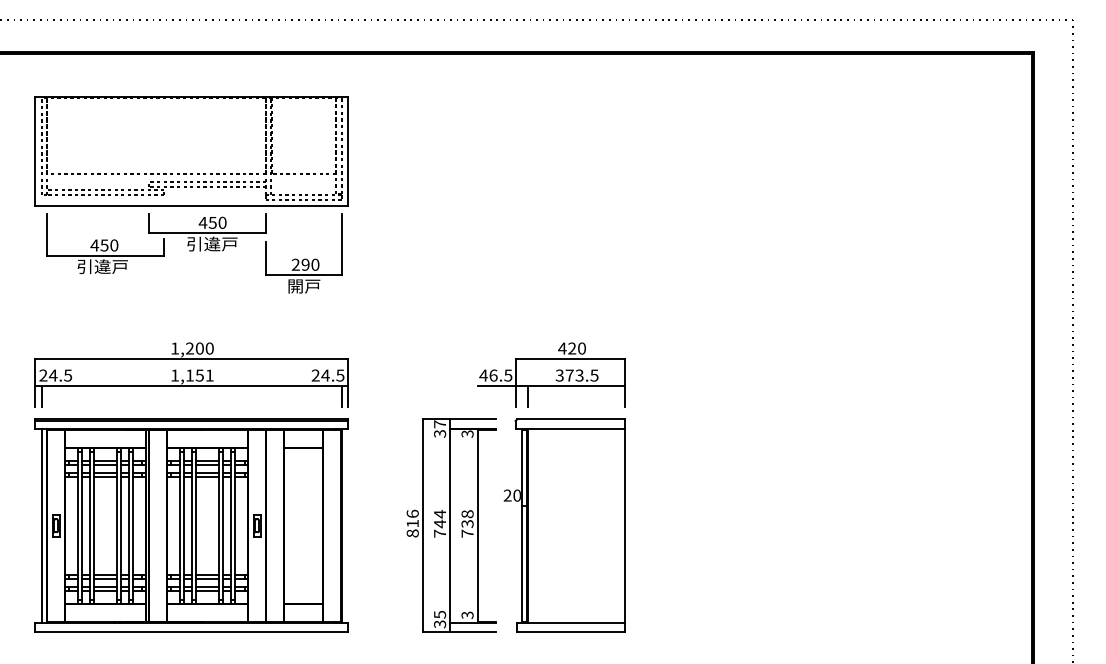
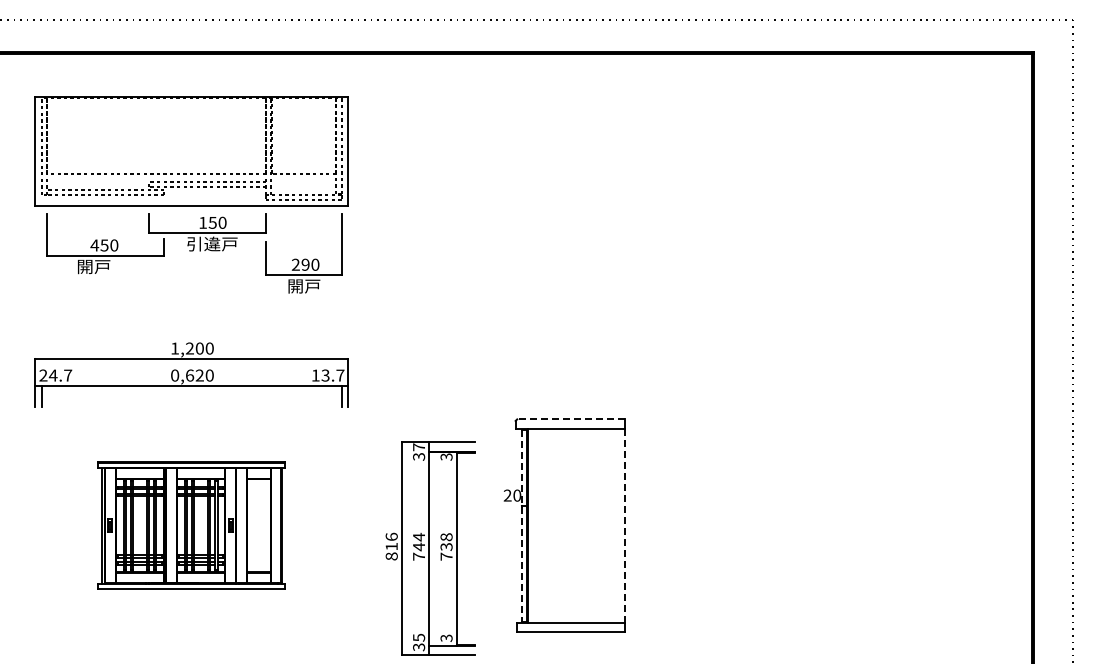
text at (202, 222): 450 -> 150
text at (102, 266): 引違戸 -> 開戸
part at (551, 374): present -> none
text at (68, 375): 24.5 -> 24.7
text at (192, 375): 1,151 -> 0,620
text at (327, 375): 24.5 -> 13.7
line at (571, 419): solid -> dashed
part at (191, 525) size: 315x215 px -> 189x129 px
part at (451, 525) position: (451, 525) -> (430, 548)
line at (625, 525): solid -> dashed
line at (521, 526): solid -> dashed
